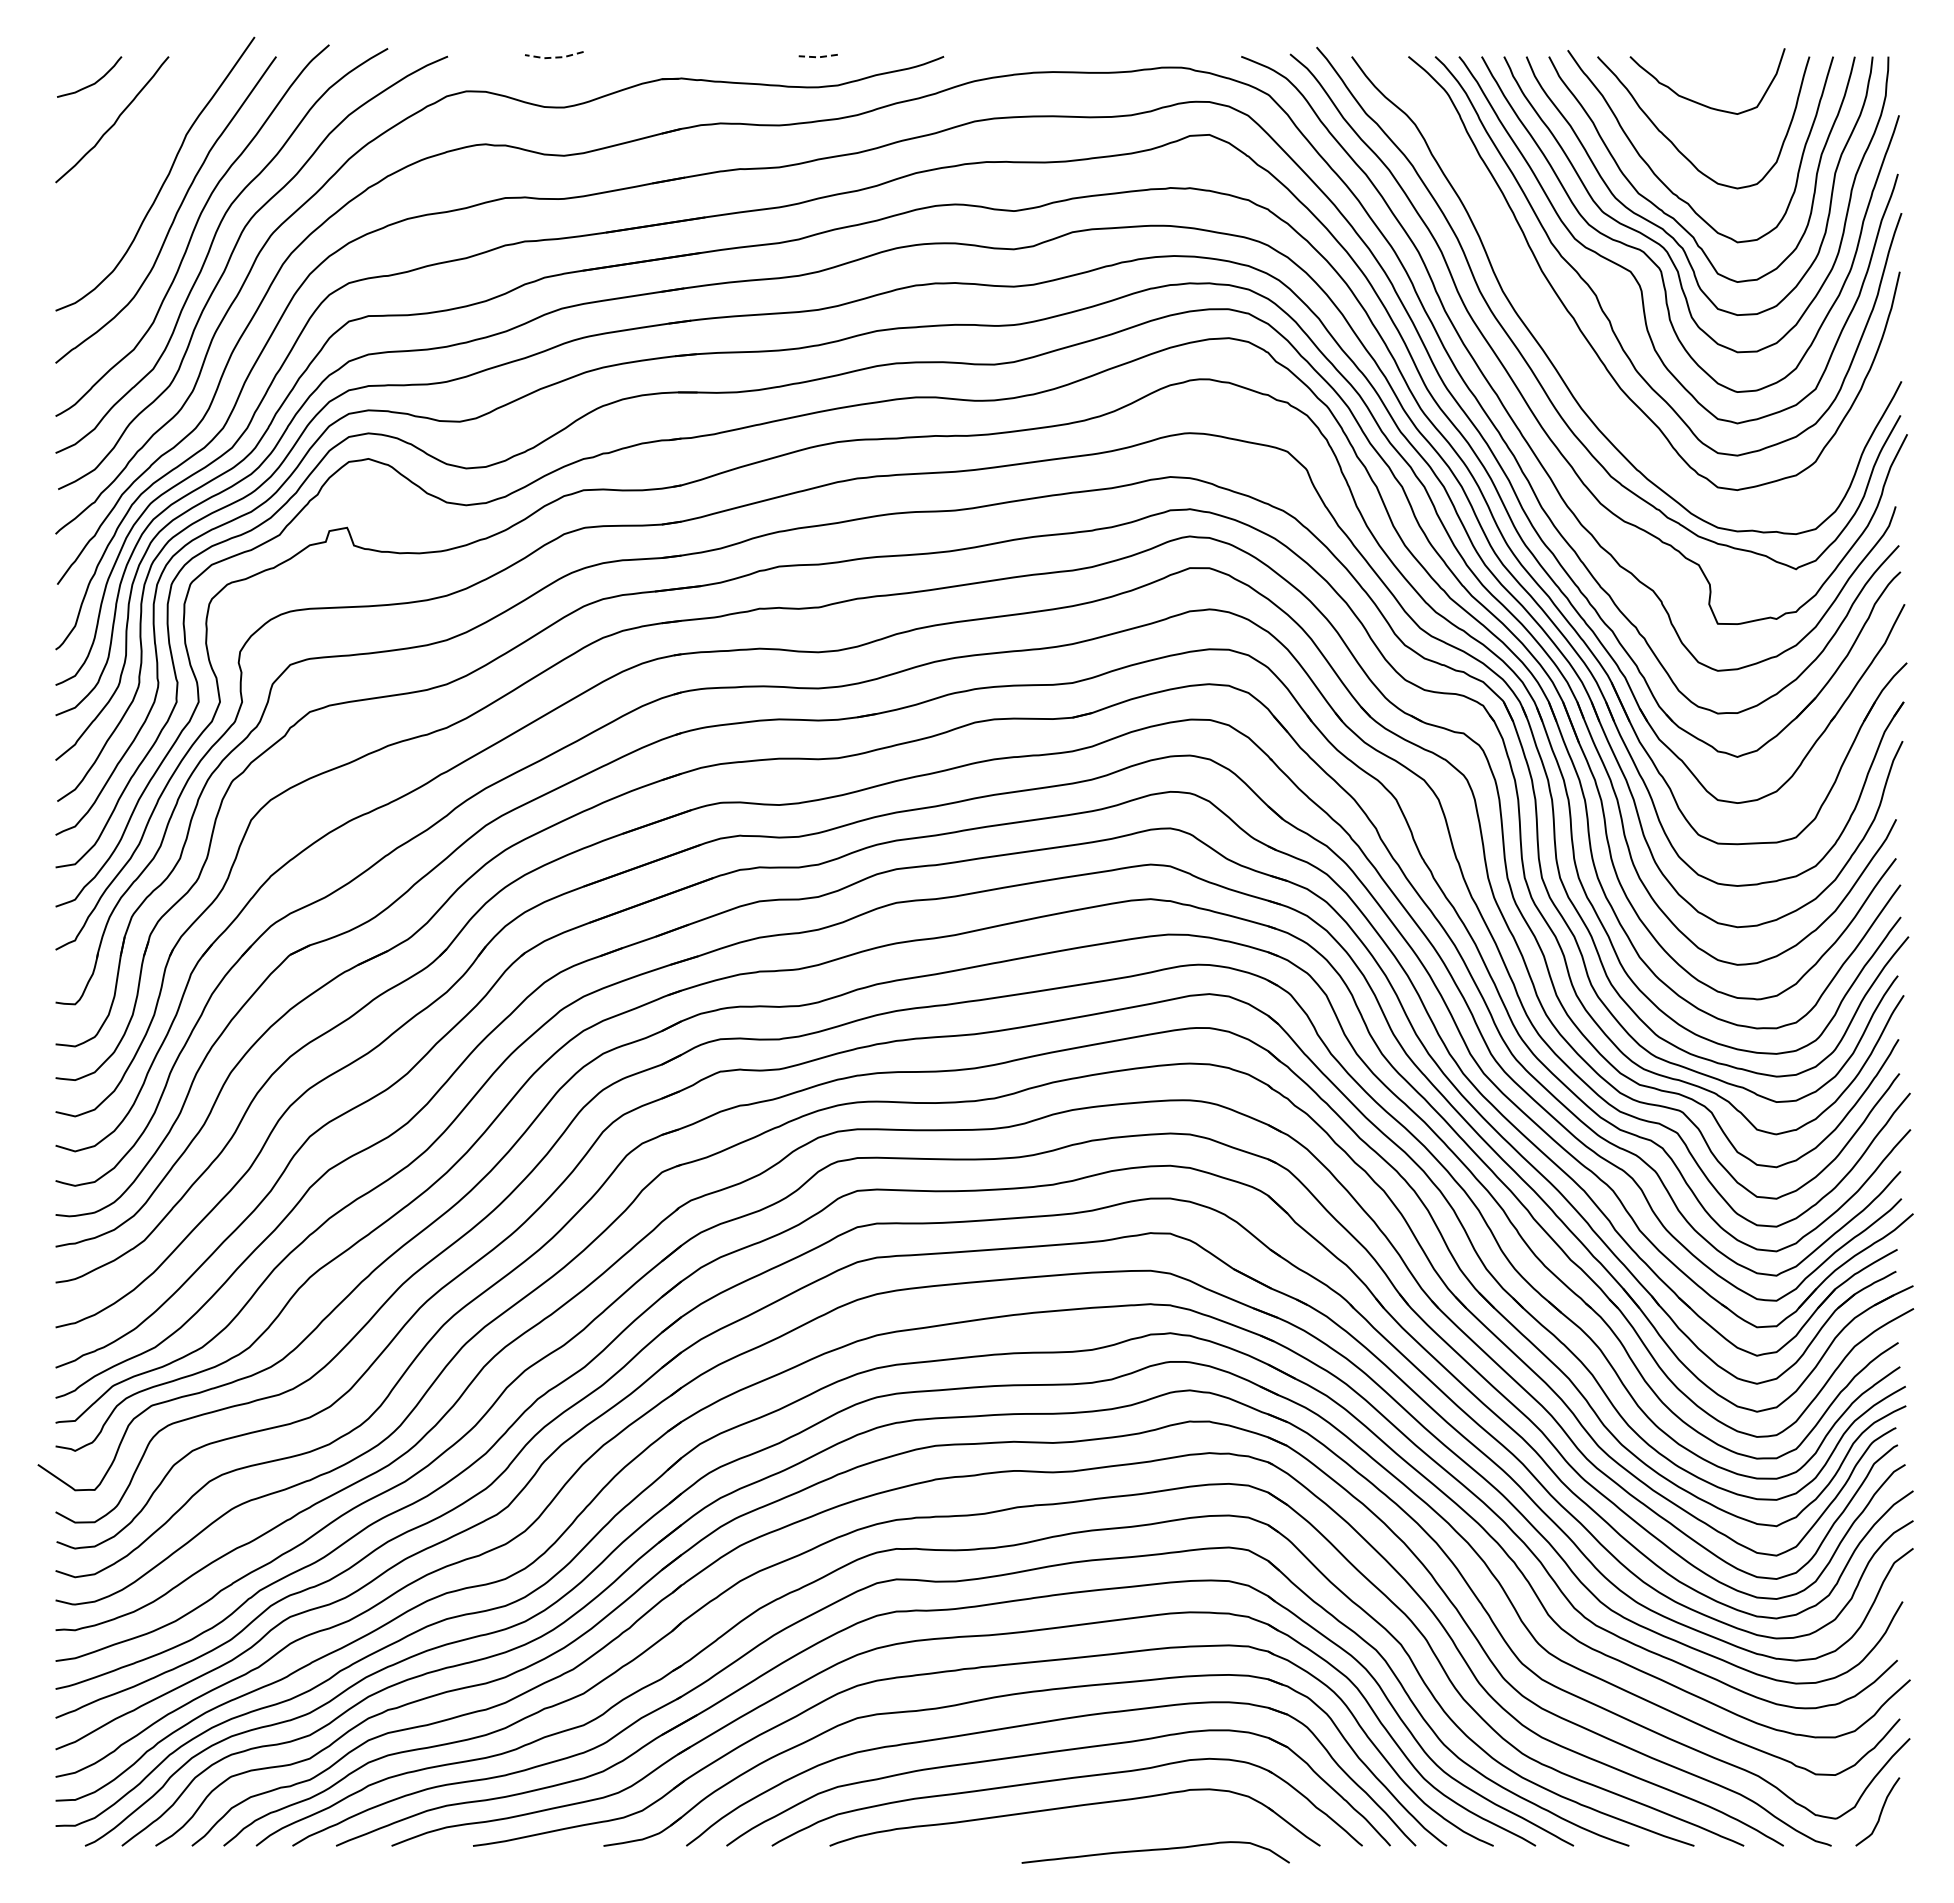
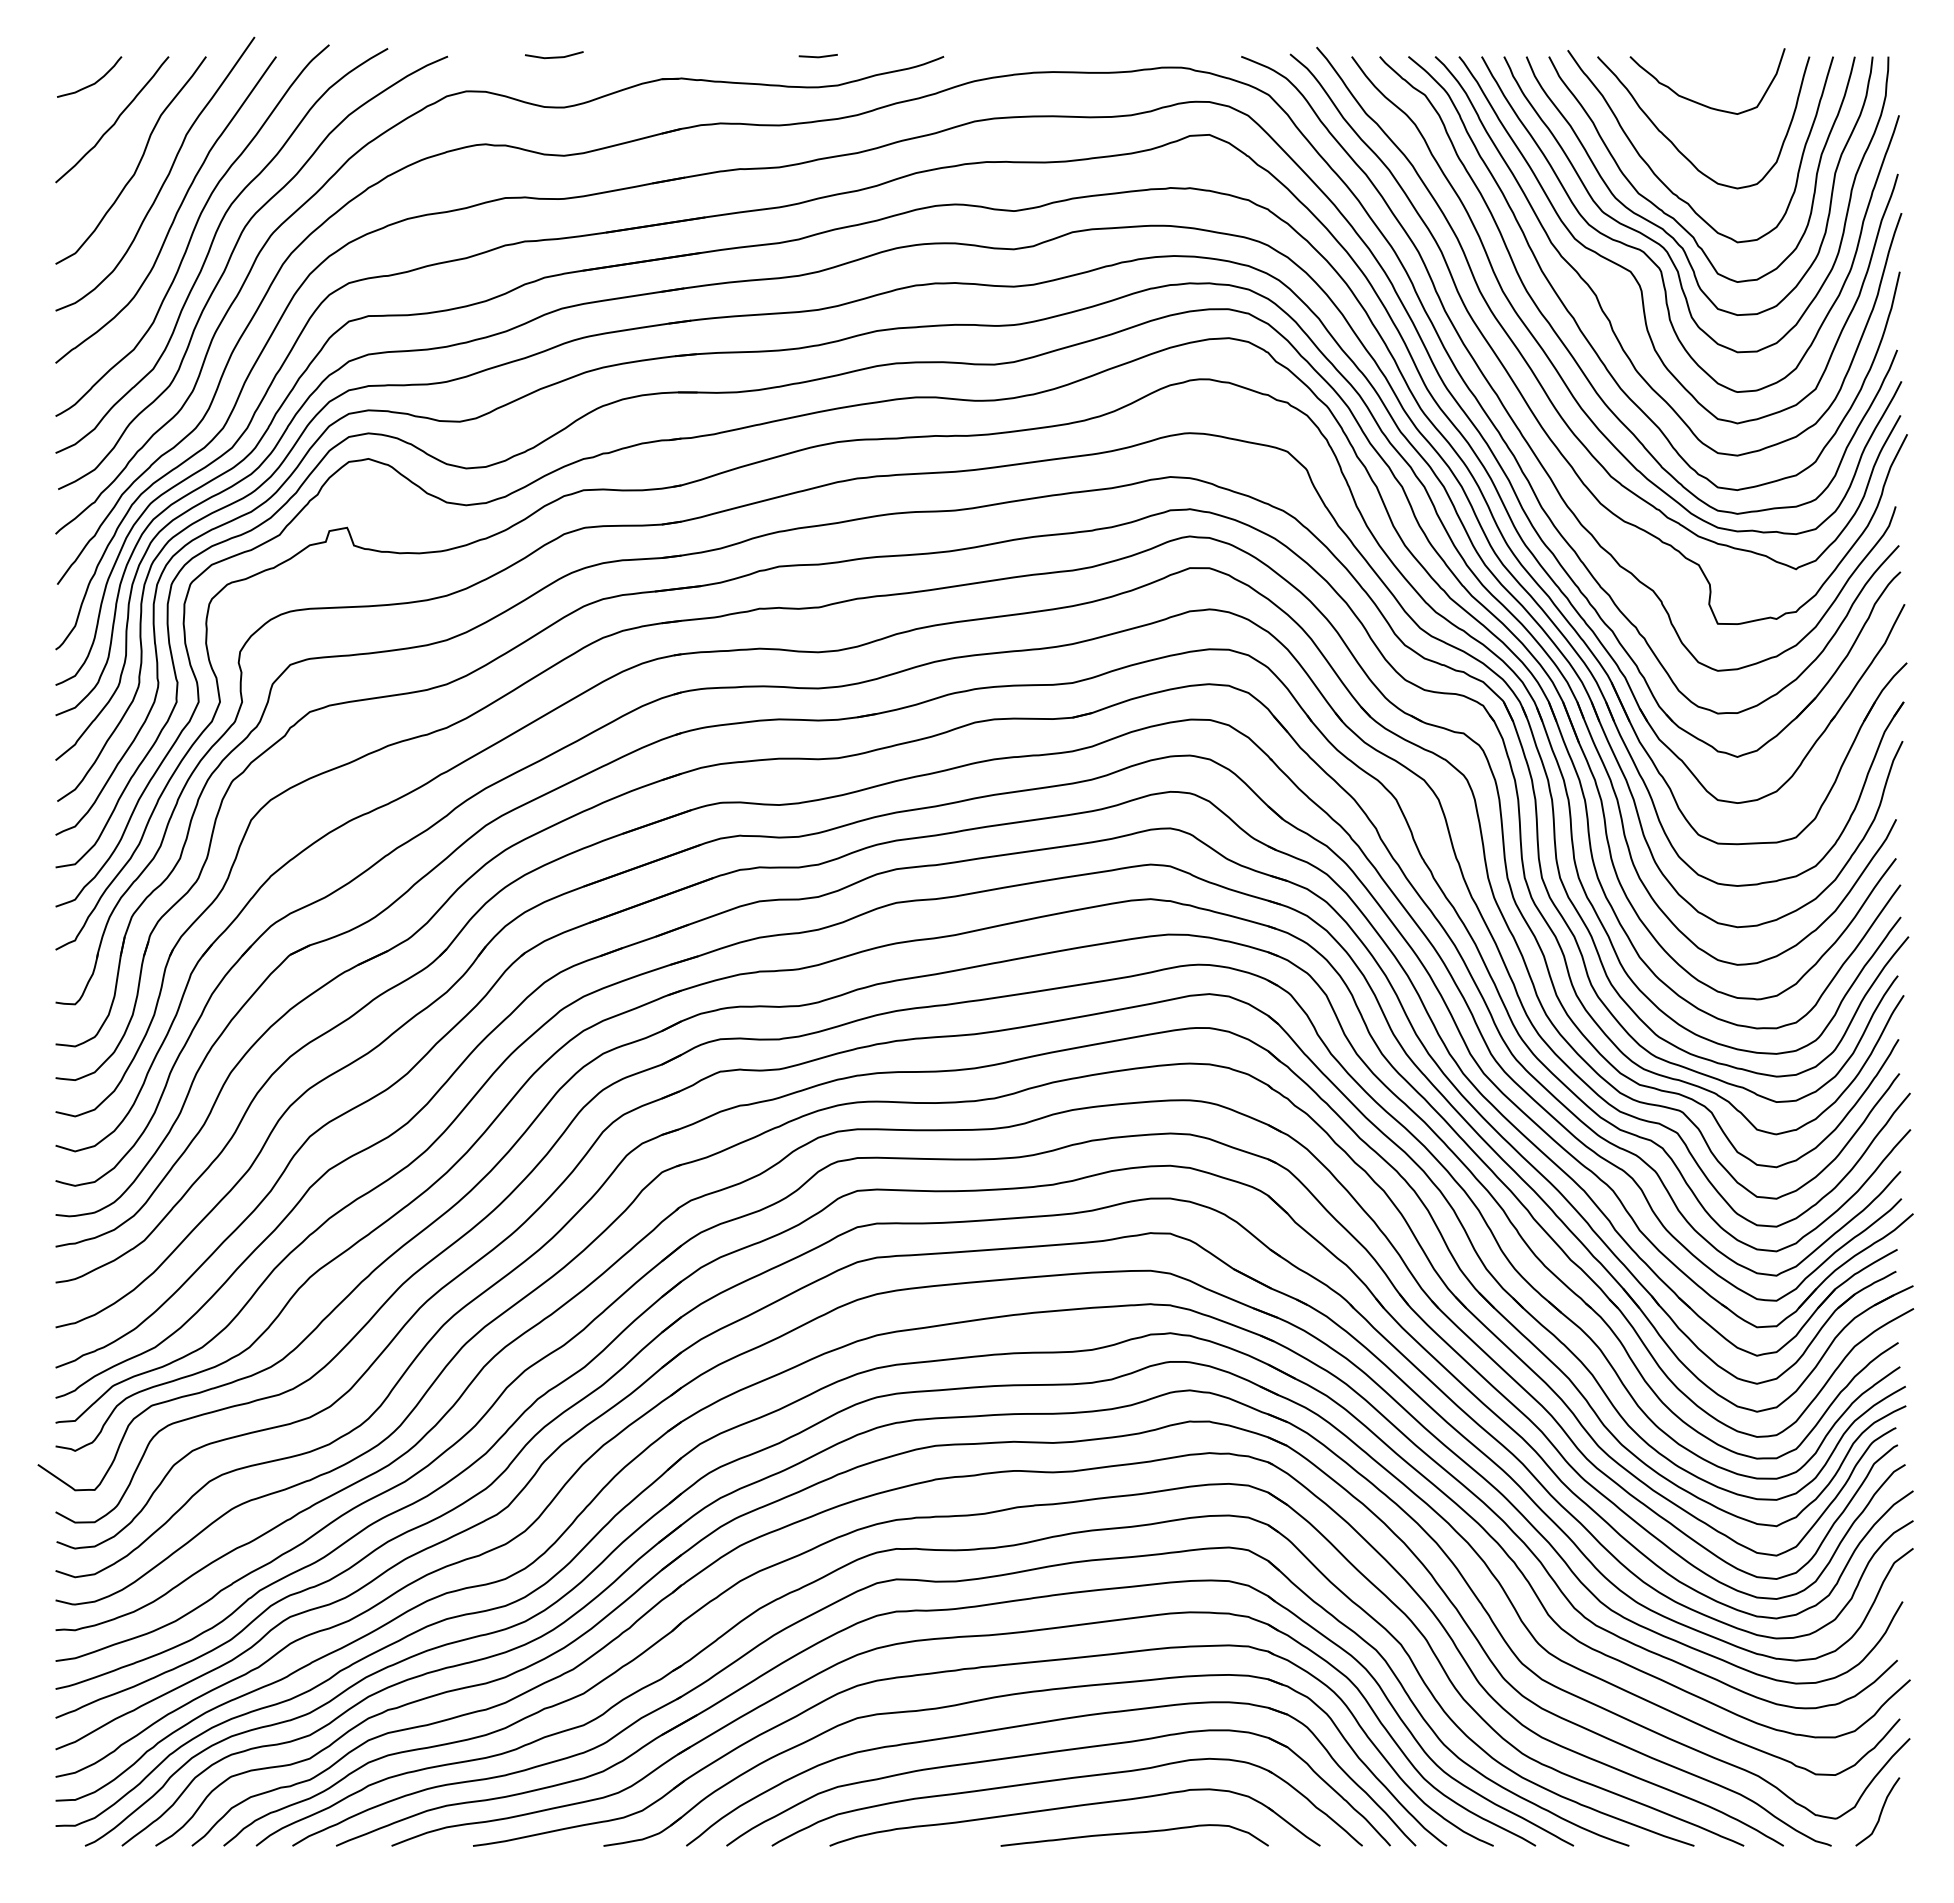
line at (554, 57): dashed -> solid
line at (818, 57): dashed -> solid
curve at (137, 164): none -> present
curve at (1562, 340): none -> present
curve at (1155, 1850) position: (1155, 1850) -> (1134, 1833)
